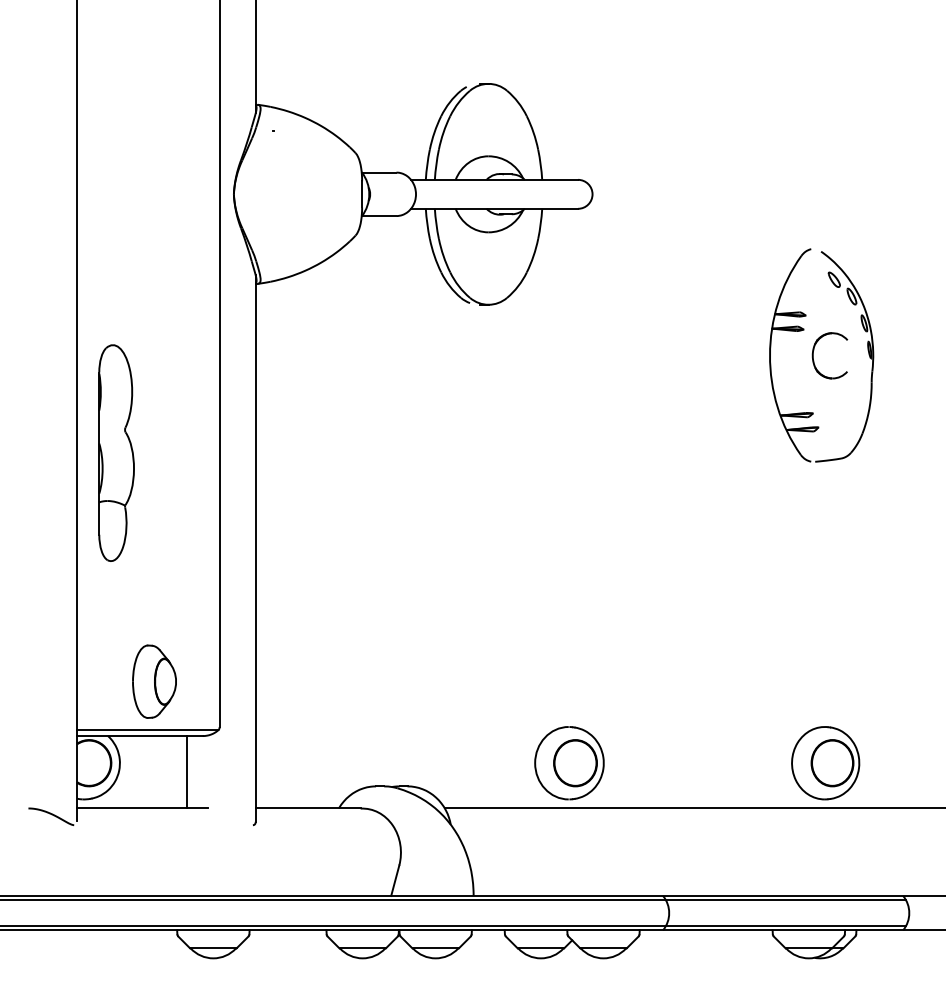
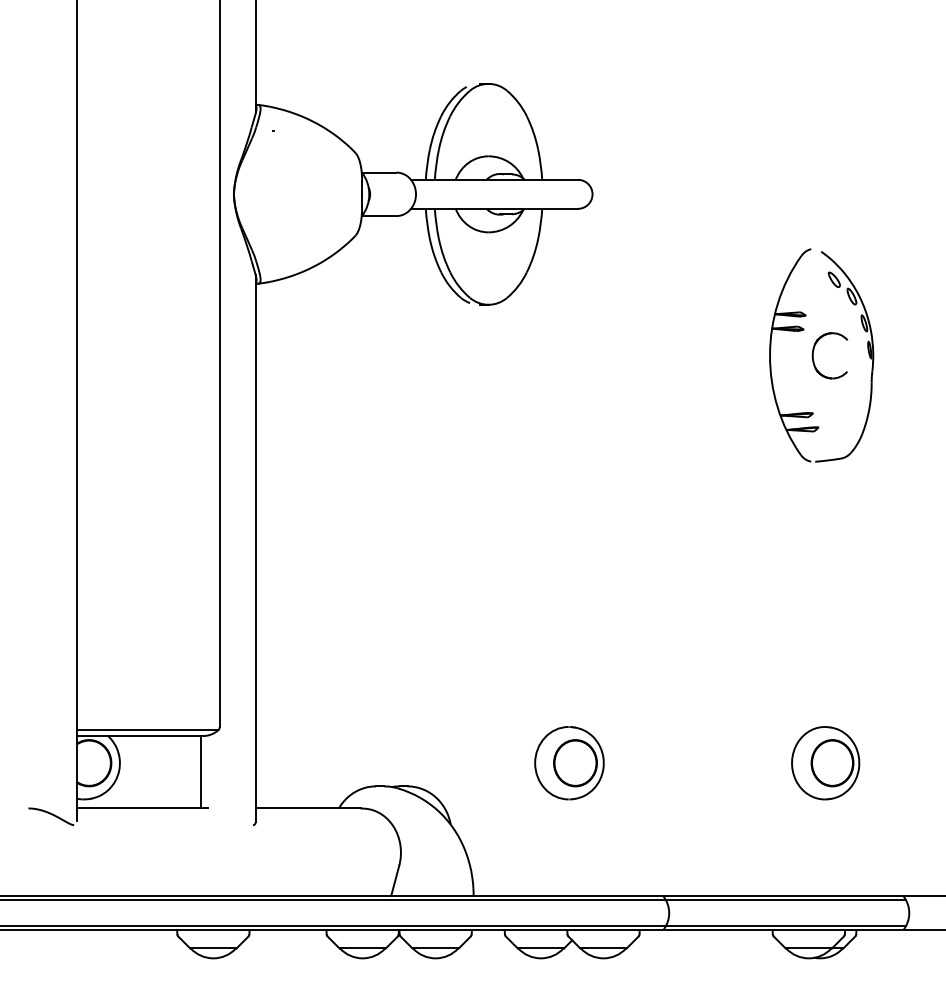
part at (116, 452): present -> none
part at (154, 681): present -> none
line at (186, 772) position: (186, 772) -> (200, 772)
line at (693, 808): present -> none
